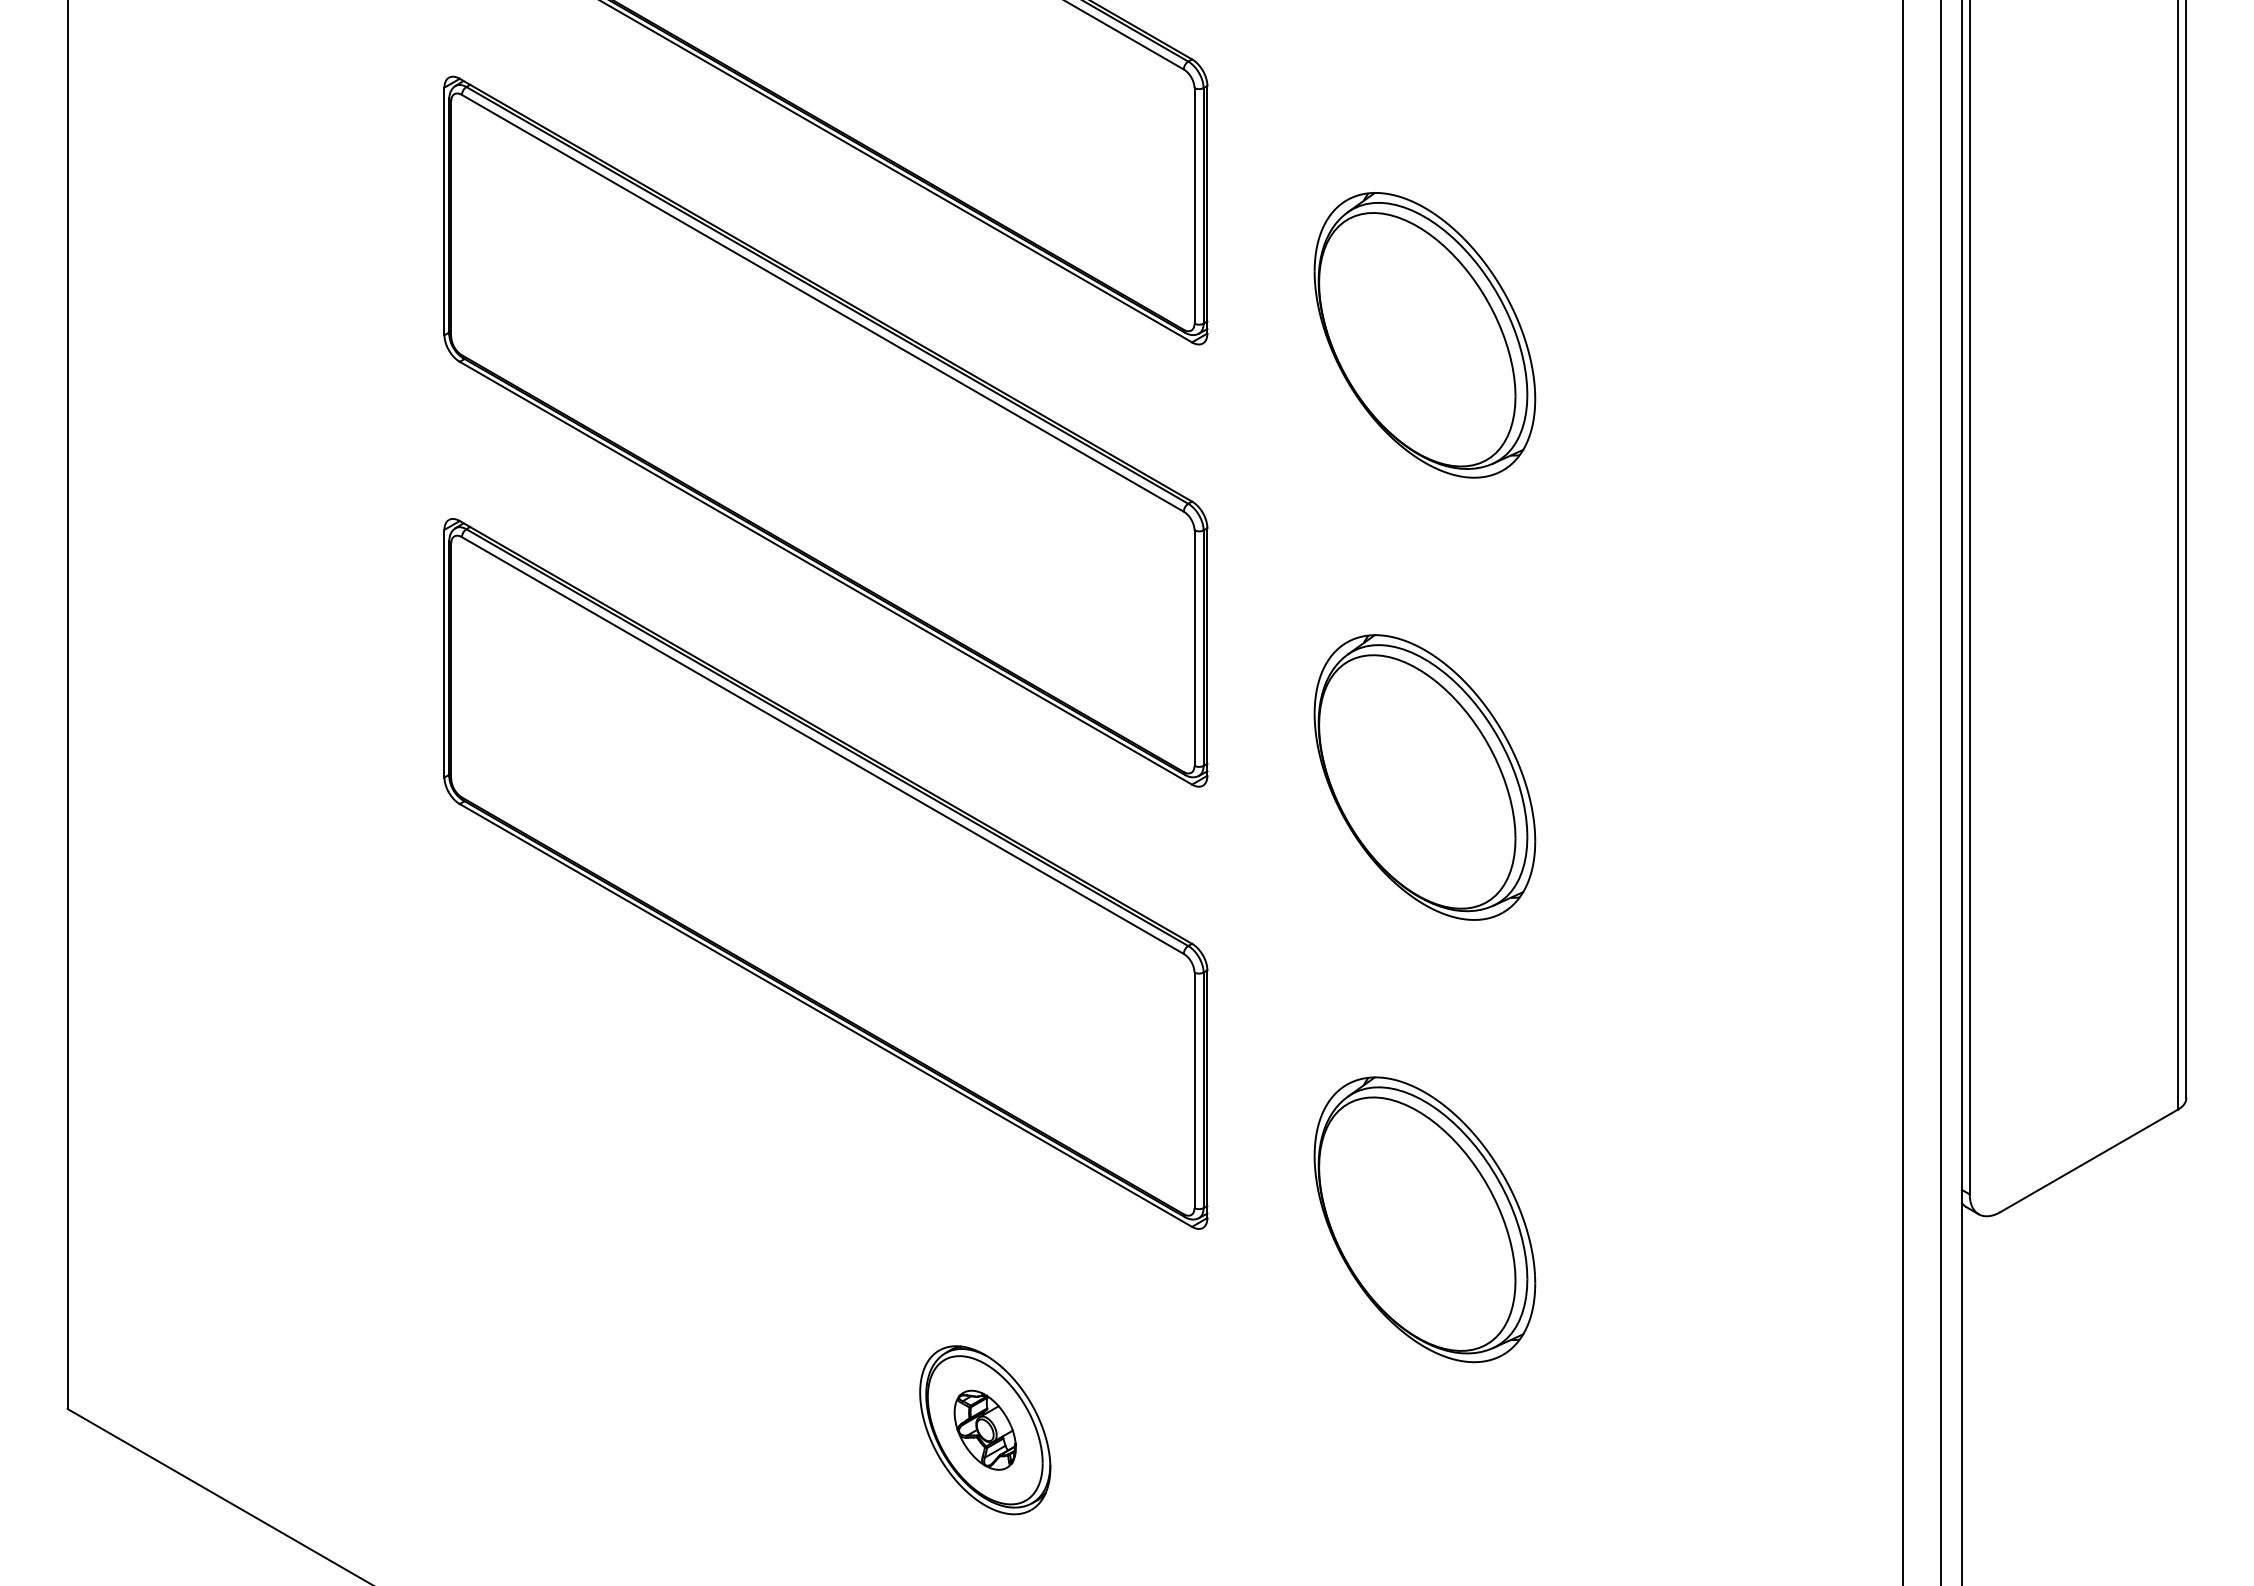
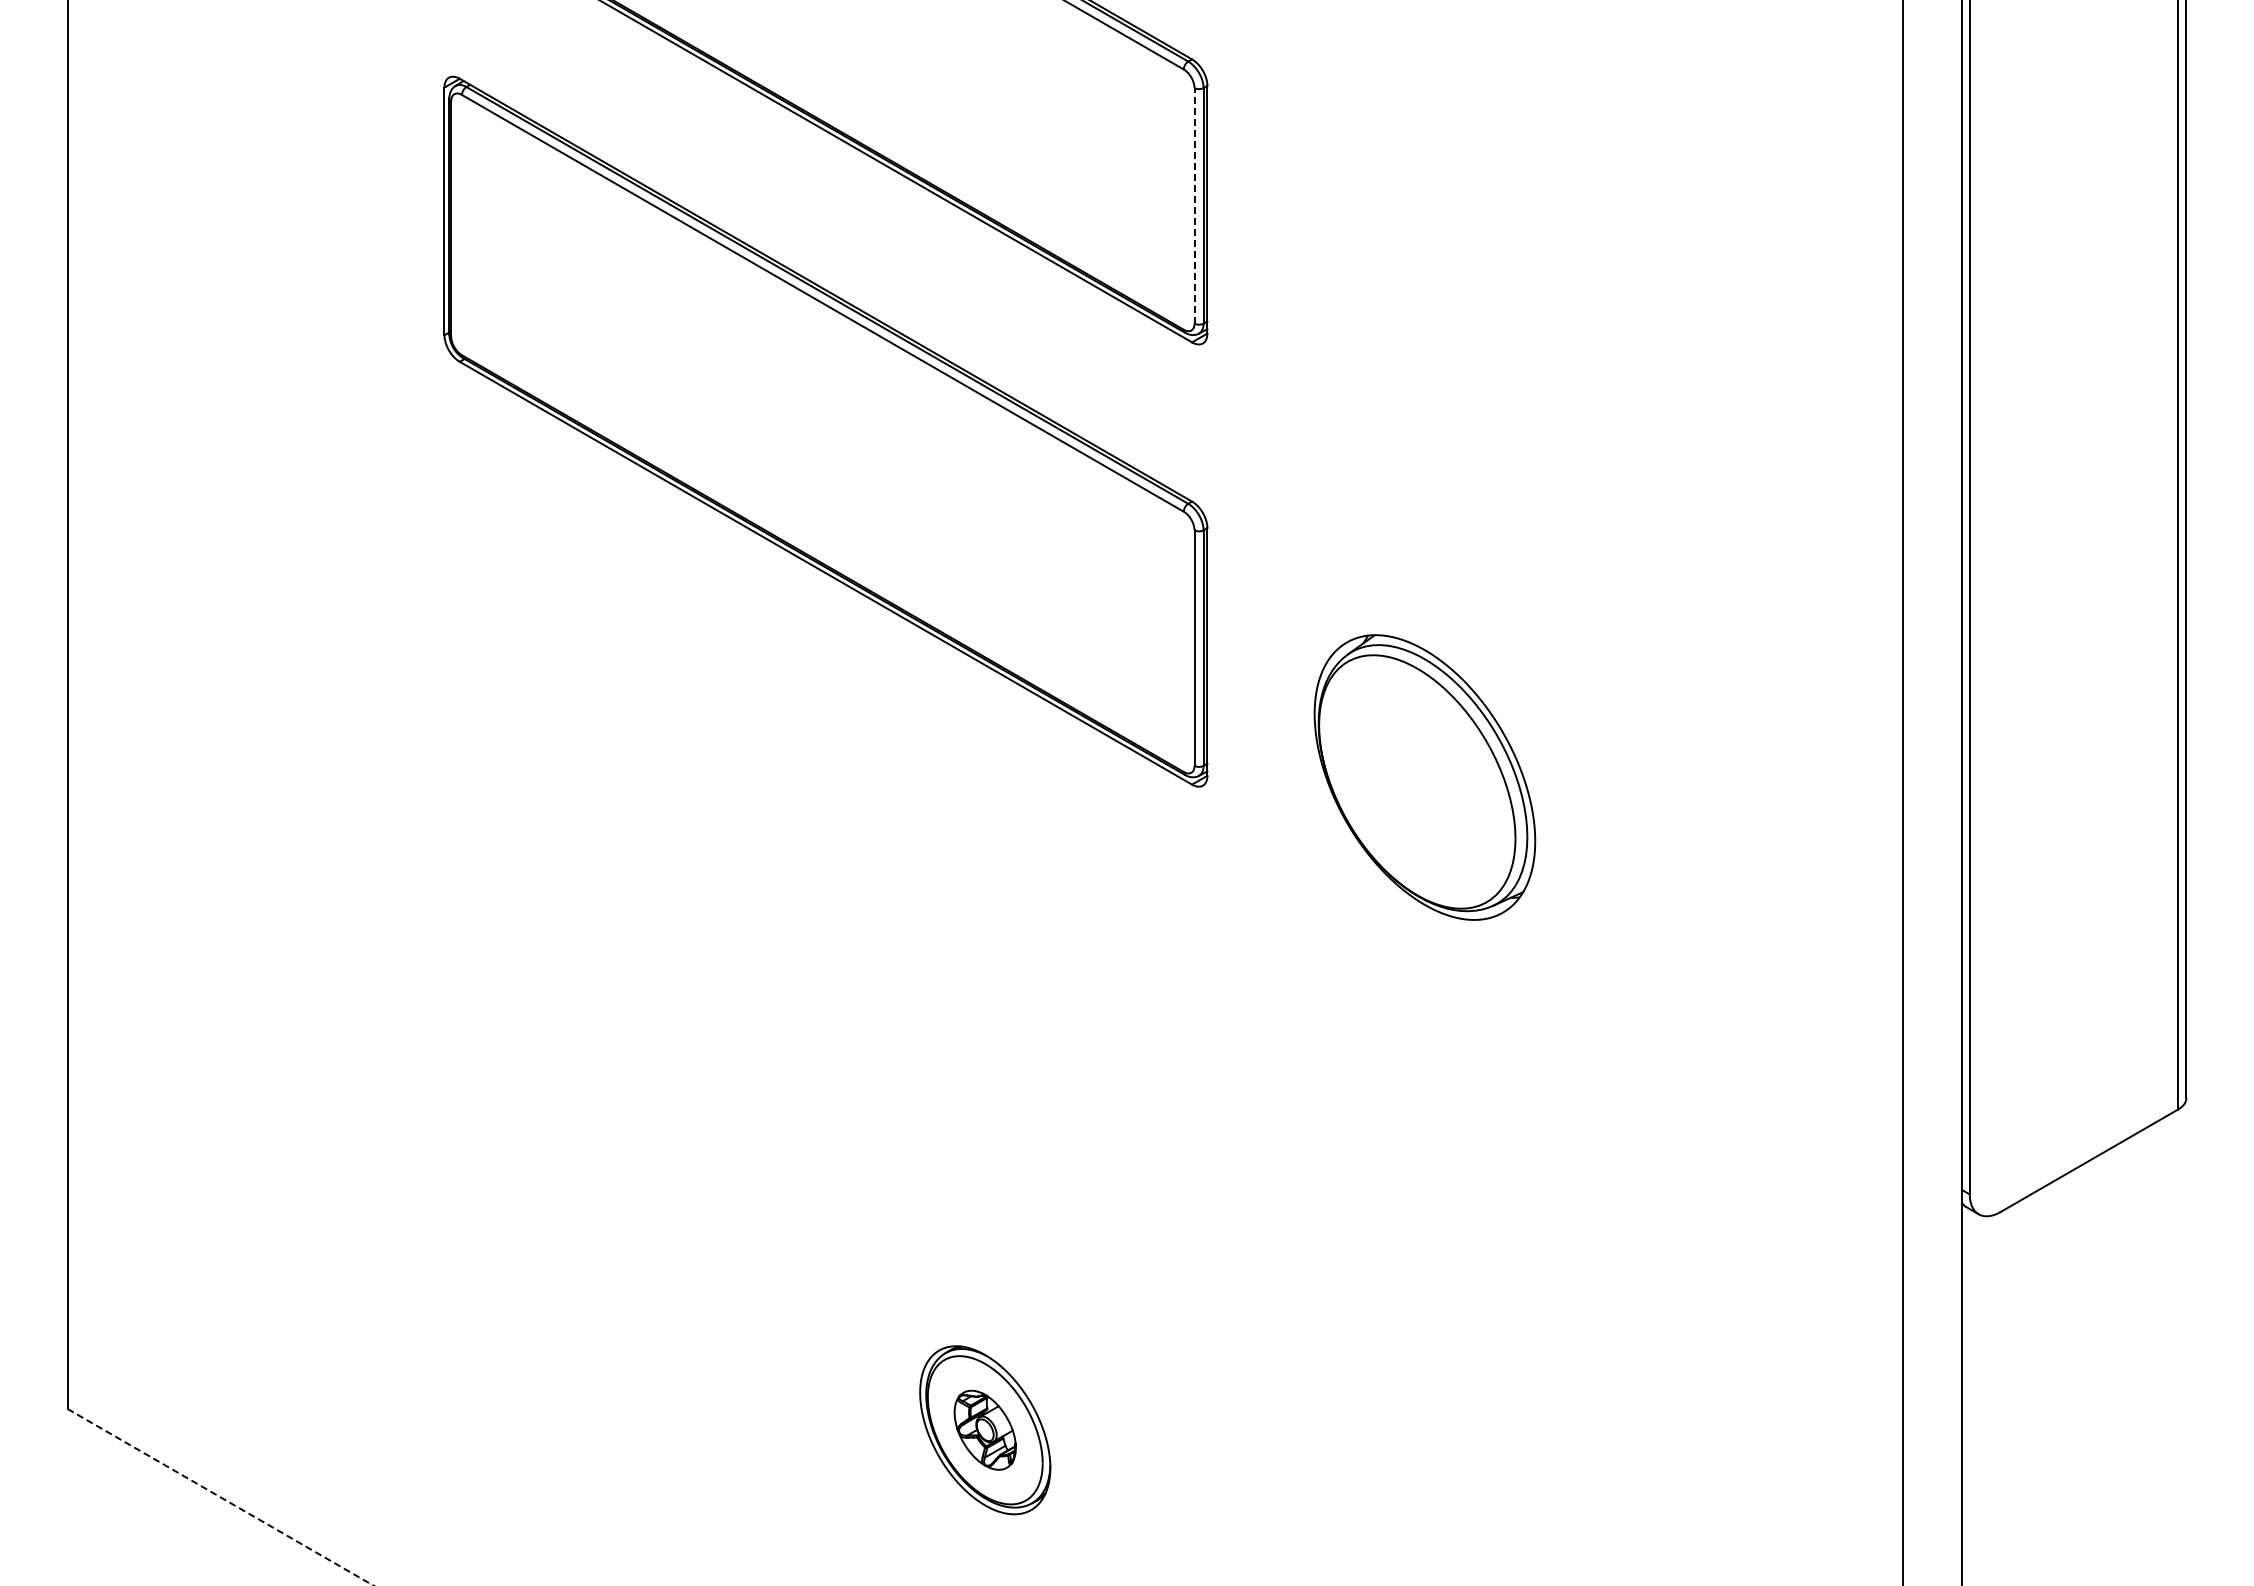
line at (1194, 205): solid -> dashed
part at (1424, 335): present -> none
line at (1941, 792): present -> none
part at (825, 873): present -> none
part at (1424, 1219): present -> none
line at (220, 1497): solid -> dashed
